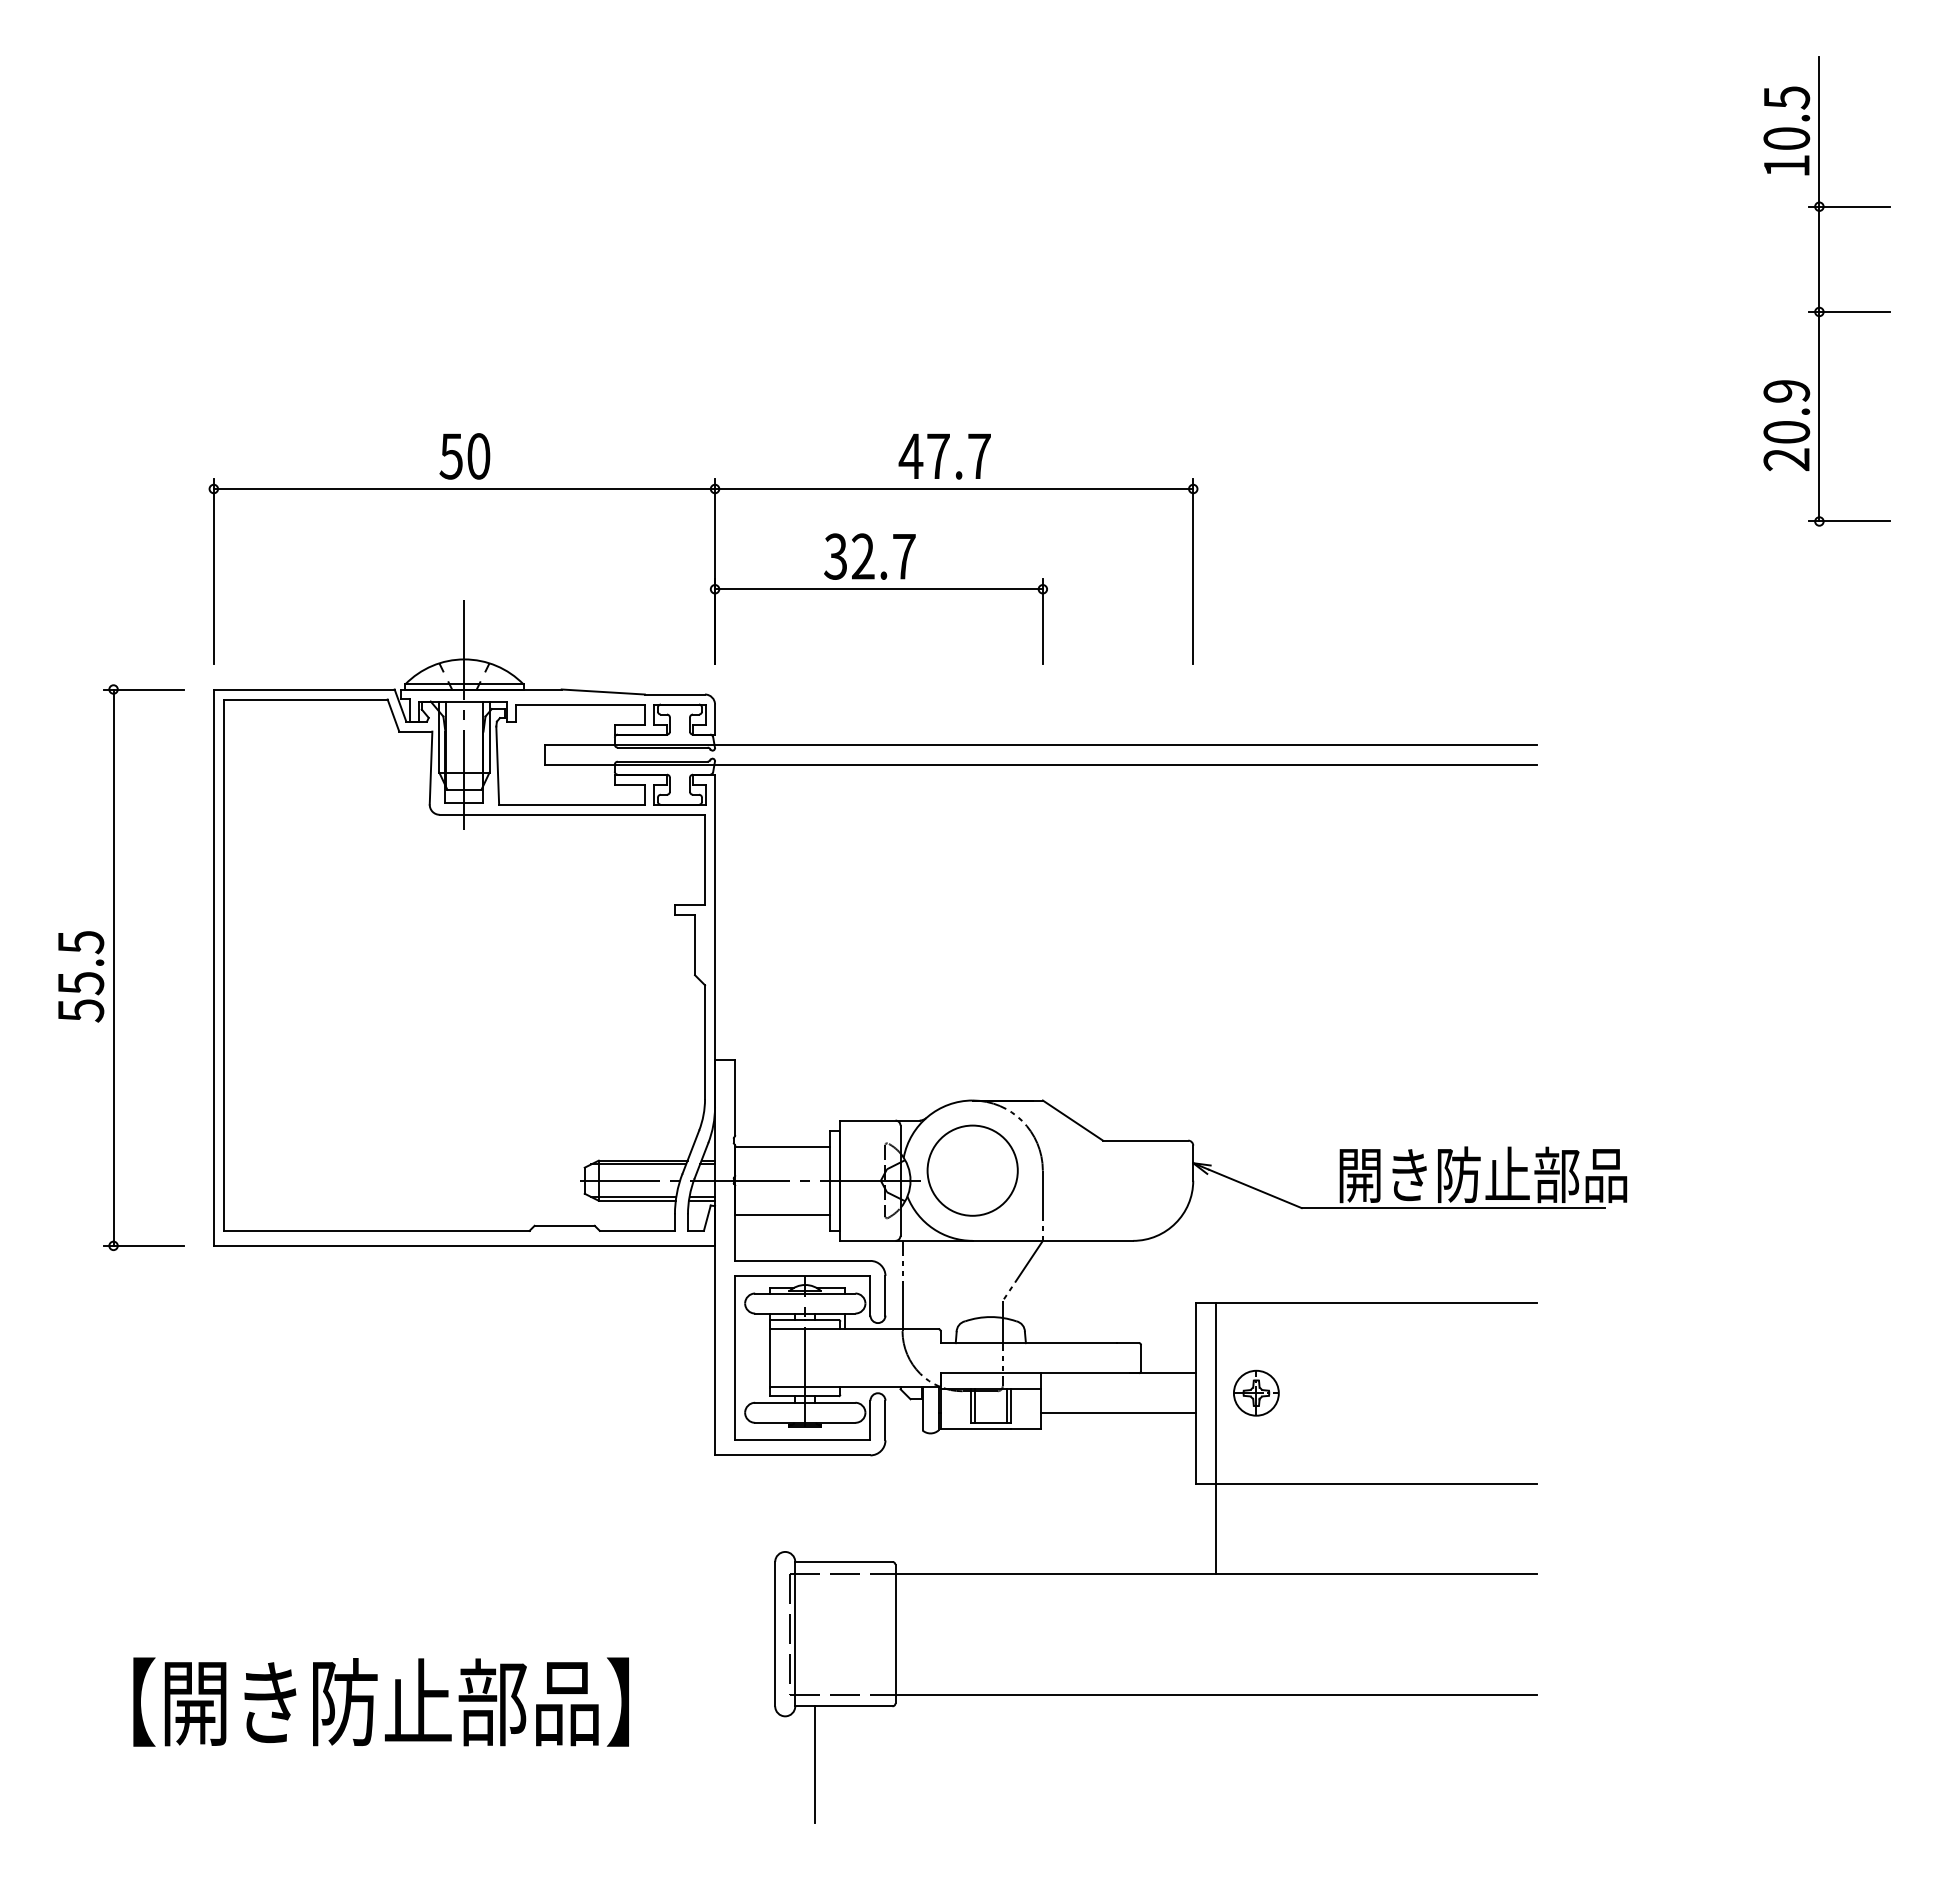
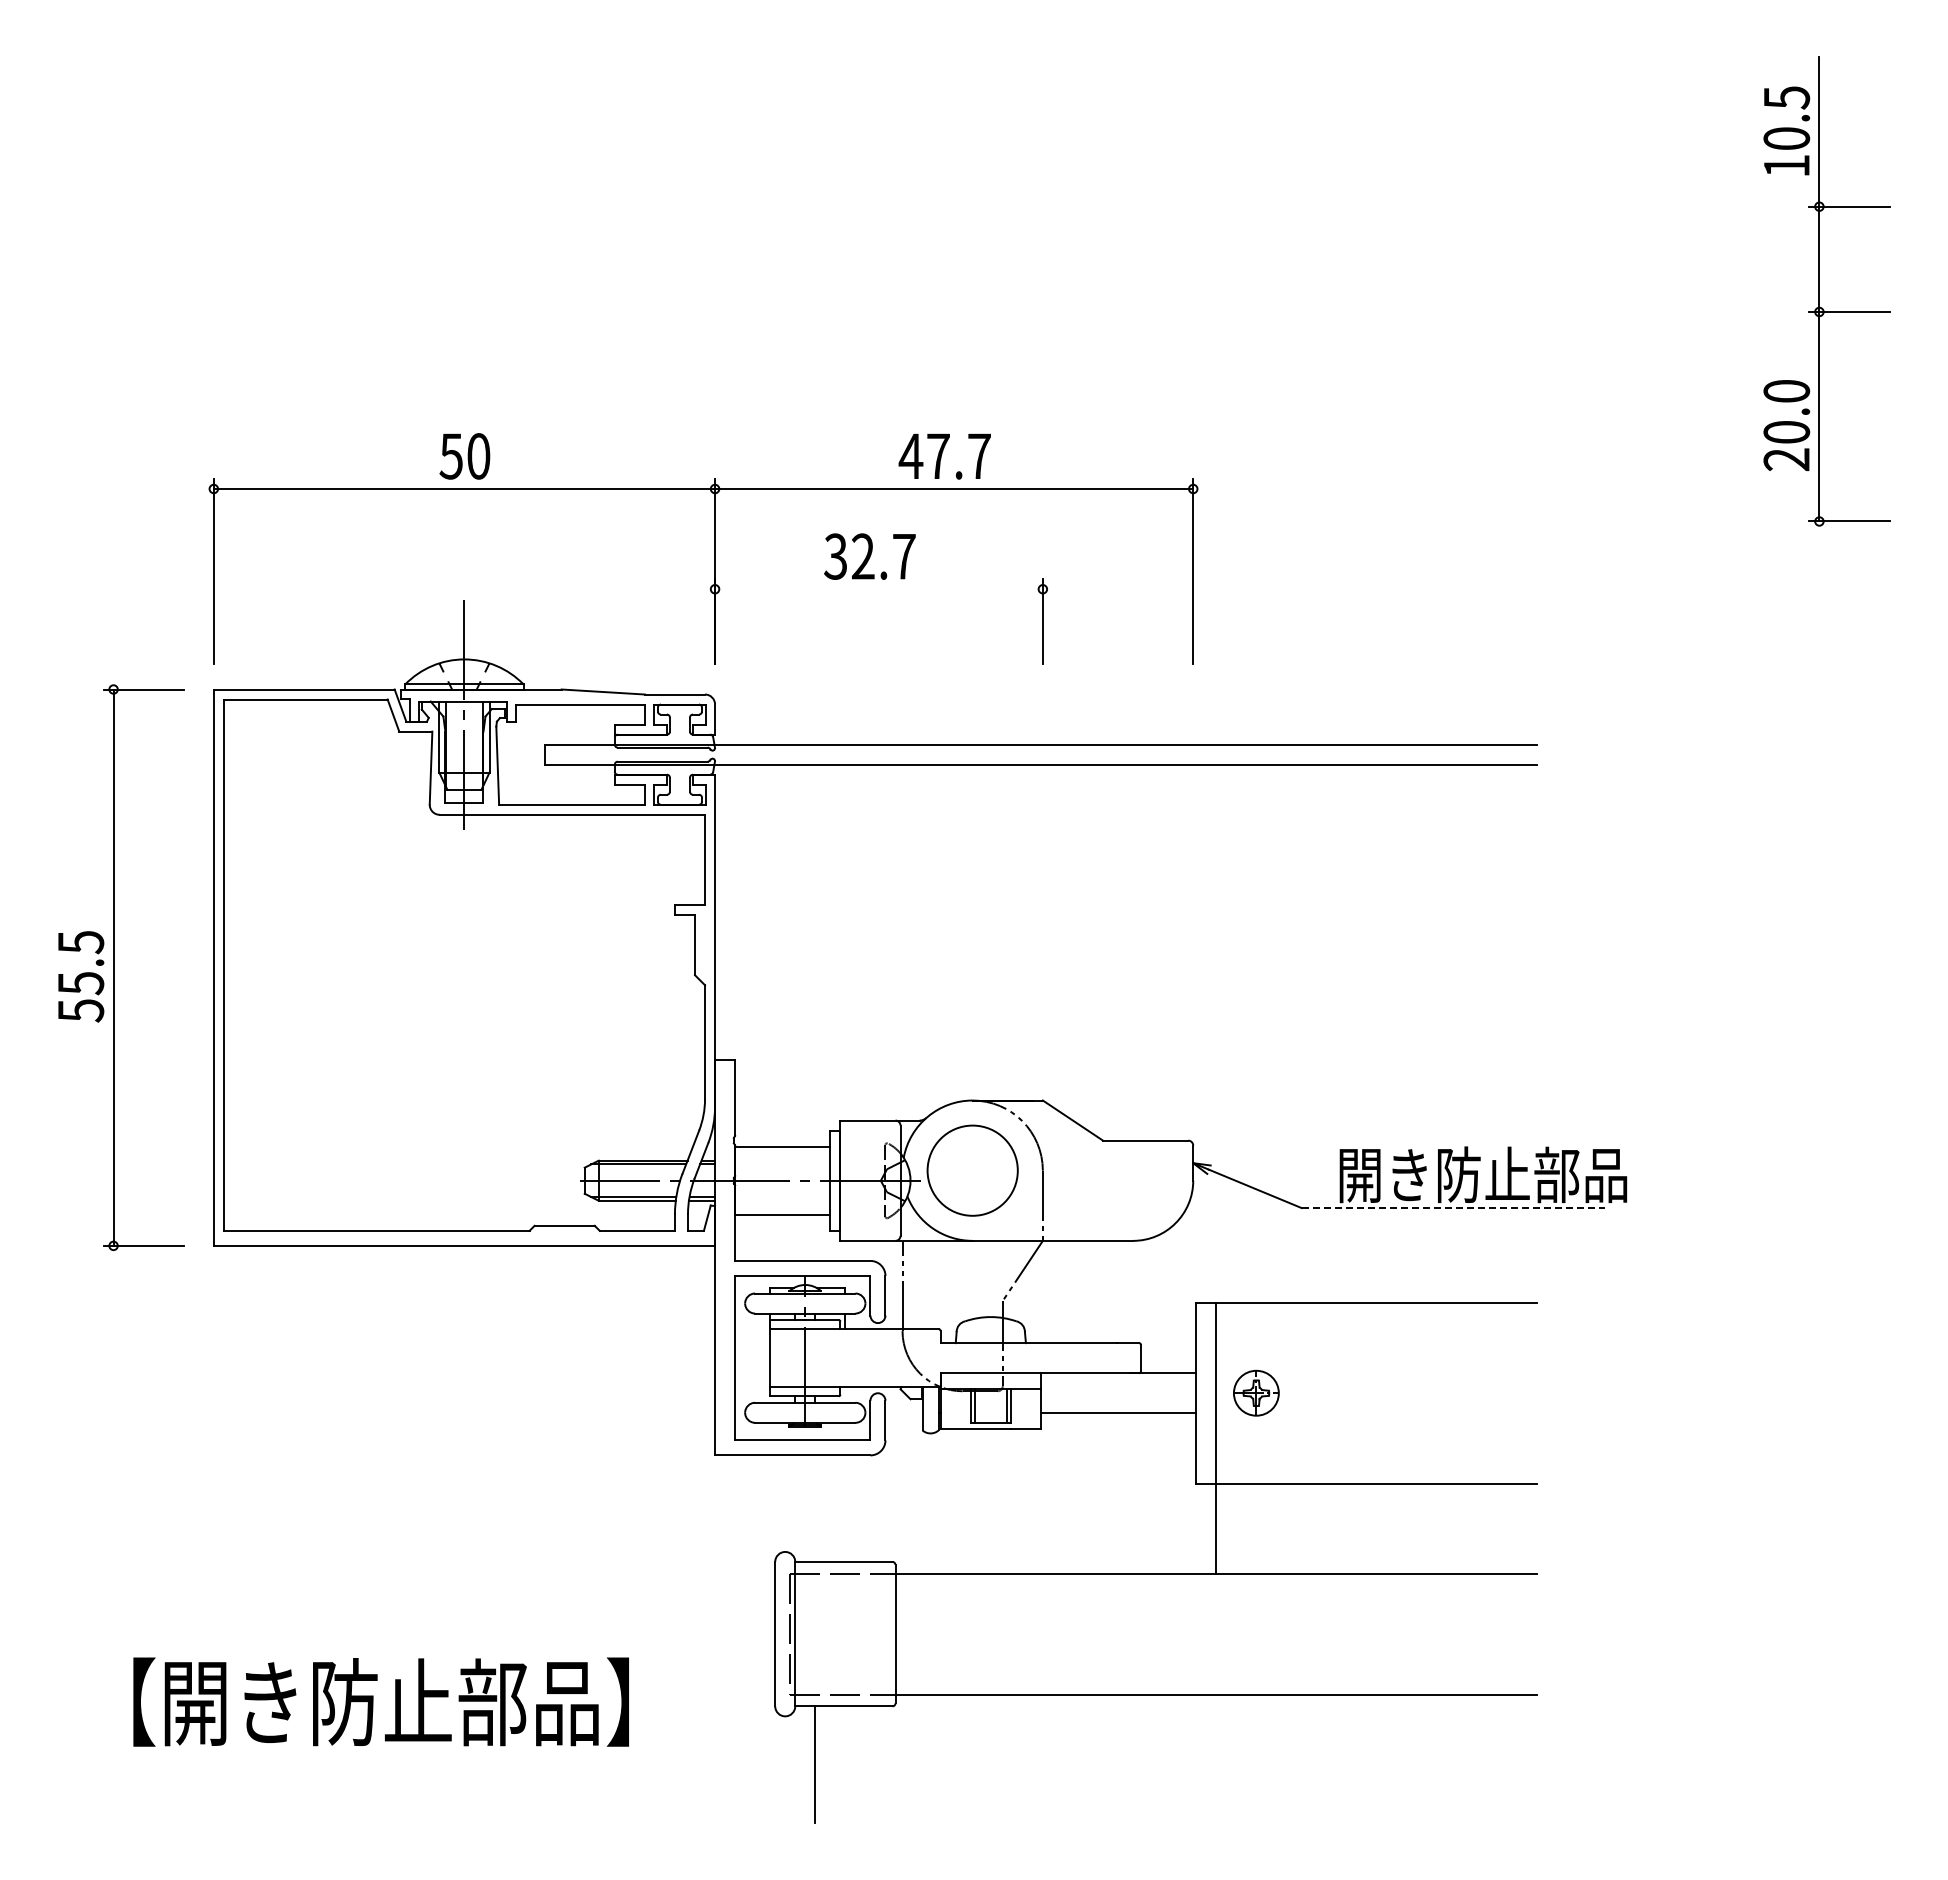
text at (1786, 391): 20.9 -> 20.0
line at (878, 589): present -> none
line at (1453, 1208): solid -> dashed
